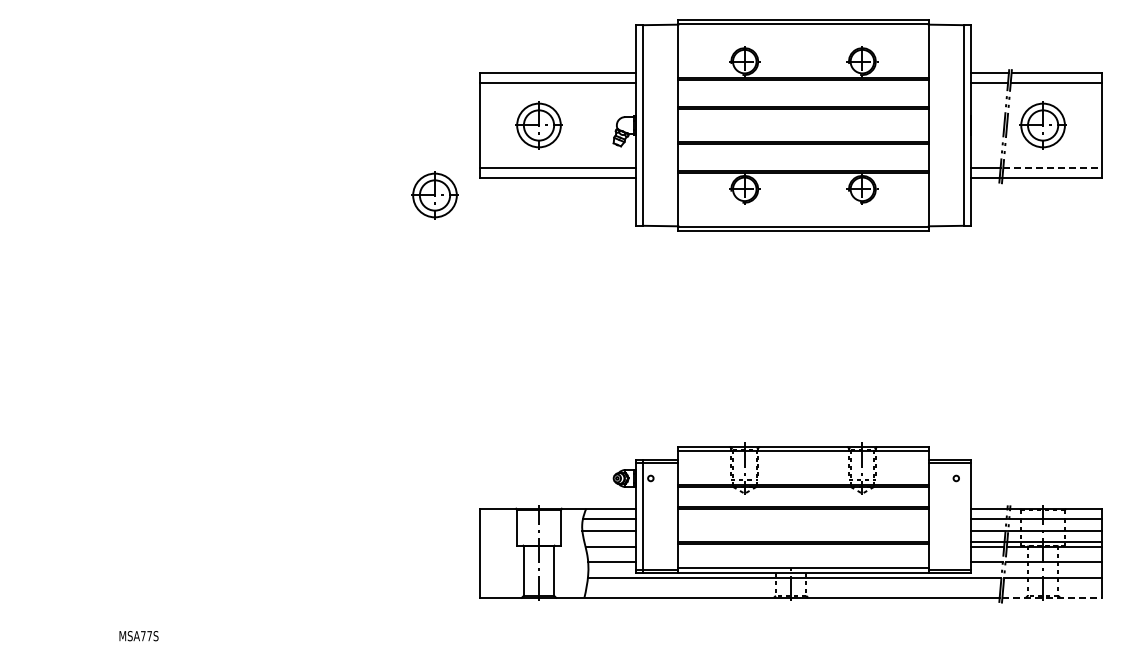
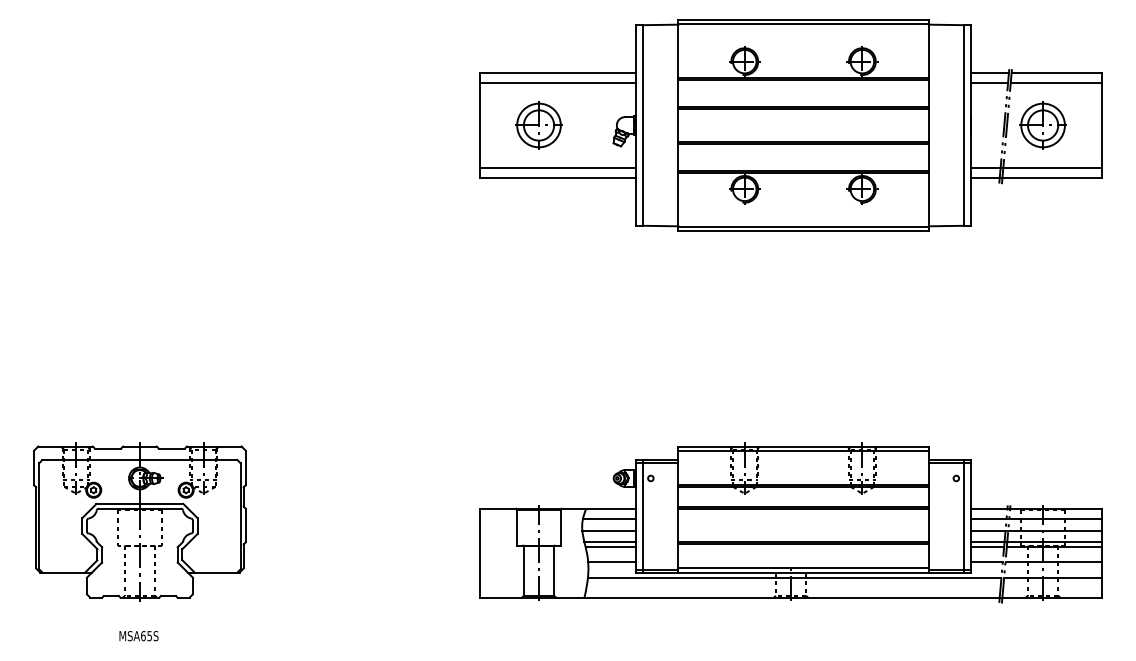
line at (1053, 167): dashed -> solid
part at (434, 195): present -> none
line at (964, 516): none -> present
part at (139, 521): none -> present
line at (610, 542): none -> present
line at (1052, 597): dashed -> solid
text at (146, 636): MSA77S -> MSA65S
